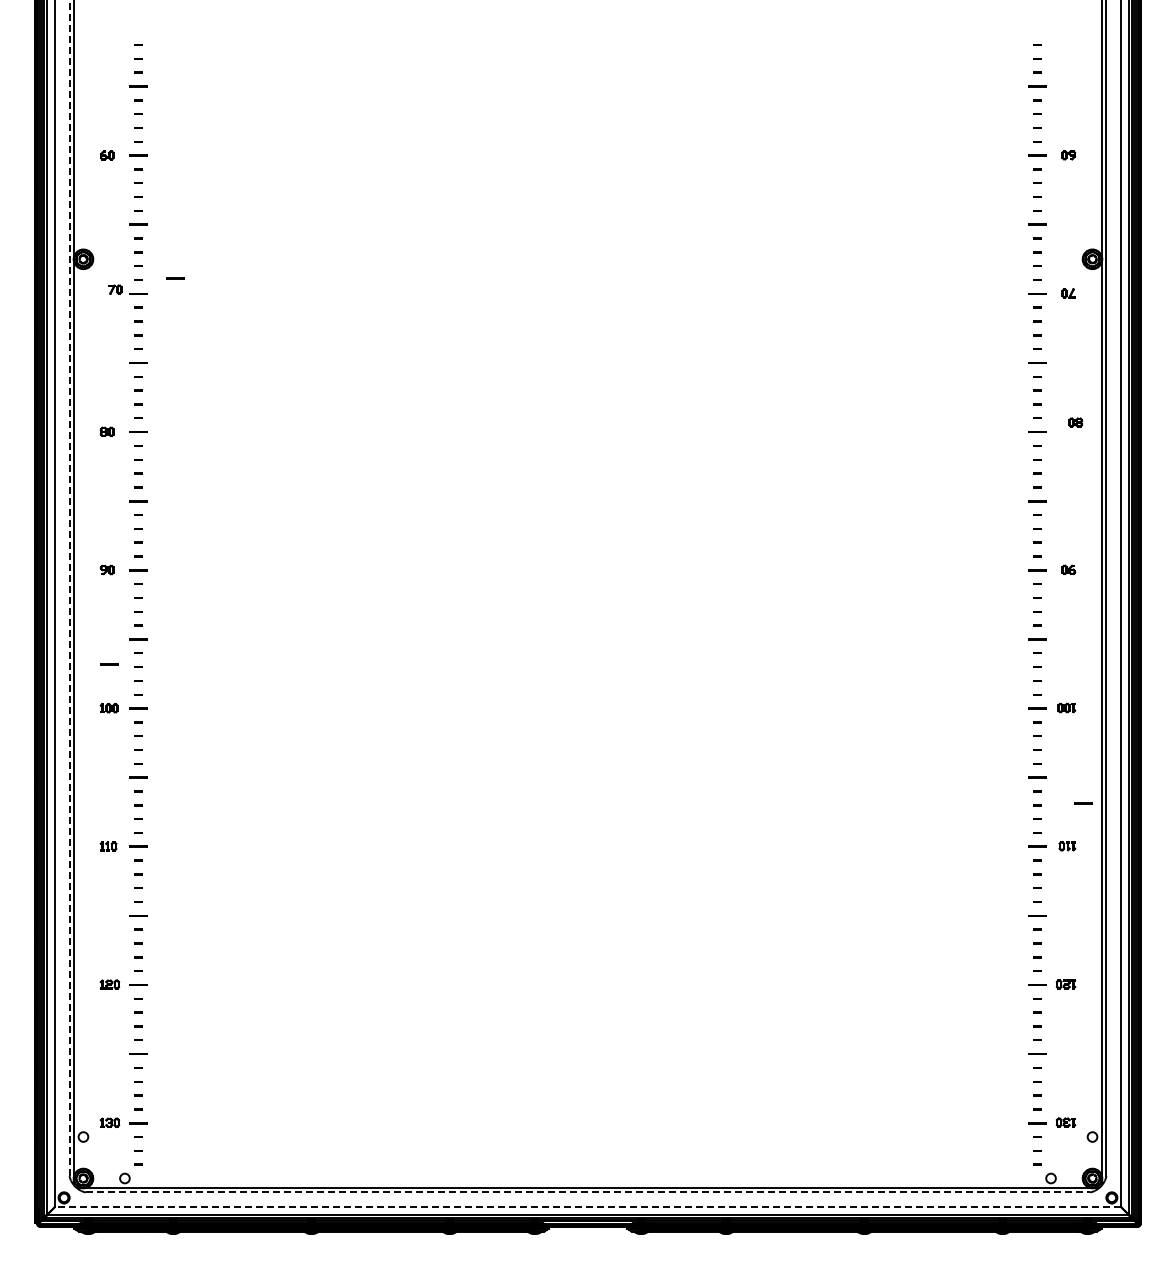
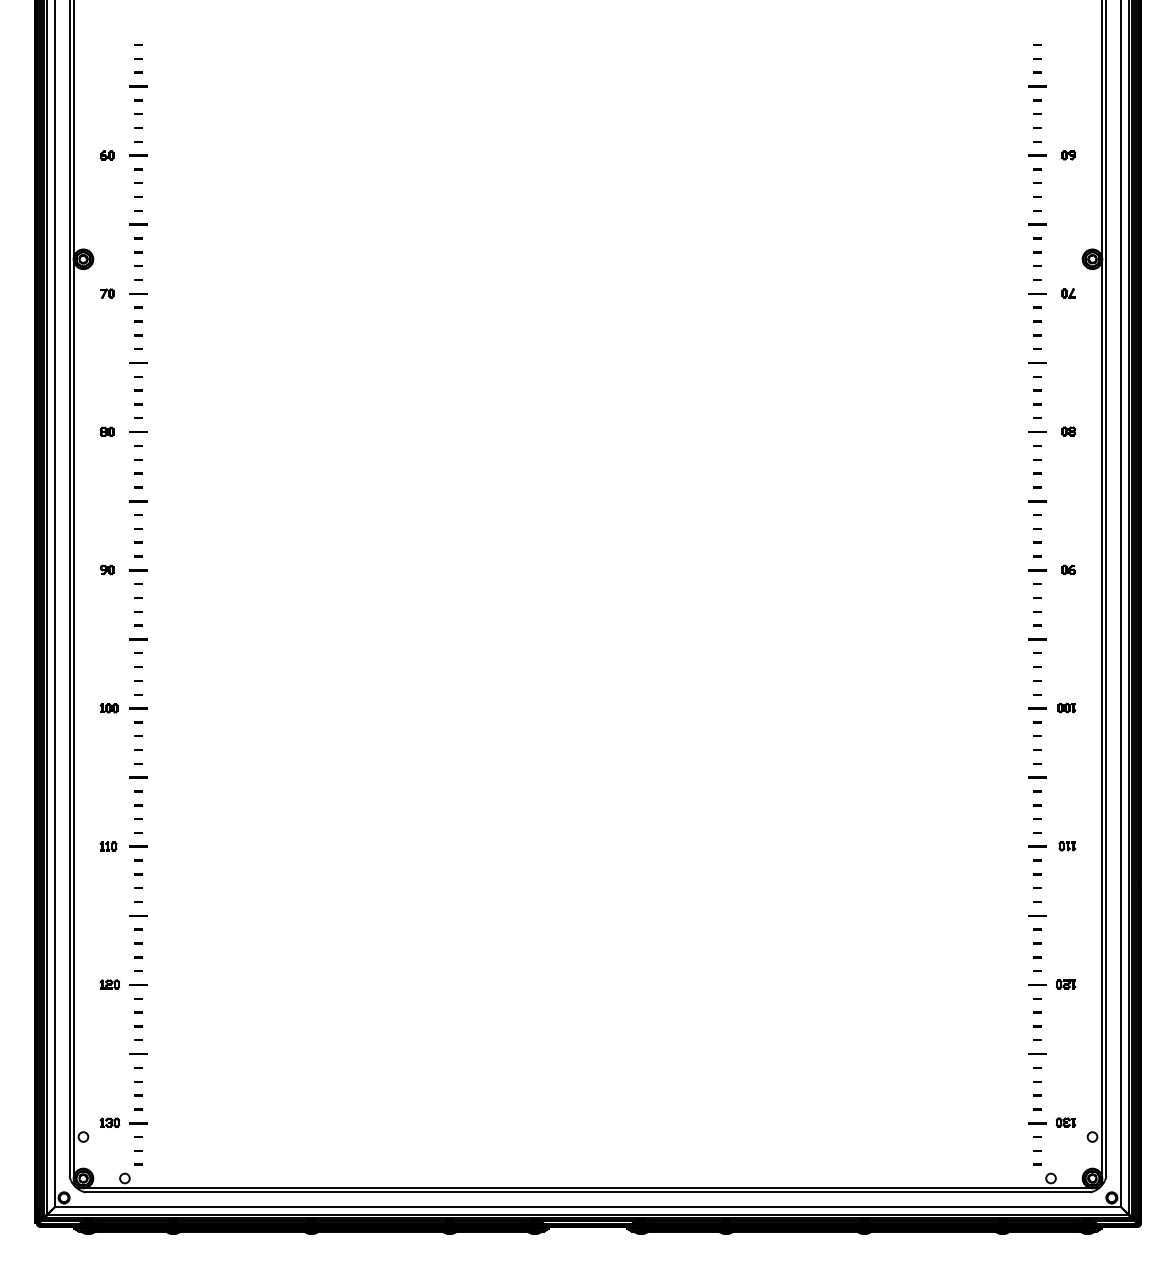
line at (175, 278): present -> none
part at (115, 289) position: (115, 289) -> (107, 293)
part at (1075, 422) position: (1075, 422) -> (1068, 431)
line at (69, 588): dashed -> solid
line at (109, 664): present -> none
line at (1083, 803): present -> none
line at (588, 1192): dashed -> solid
line at (587, 1207): dashed -> solid
